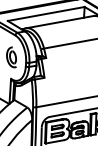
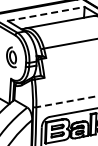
line at (46, 13): solid -> dashed
line at (66, 101): solid -> dashed
